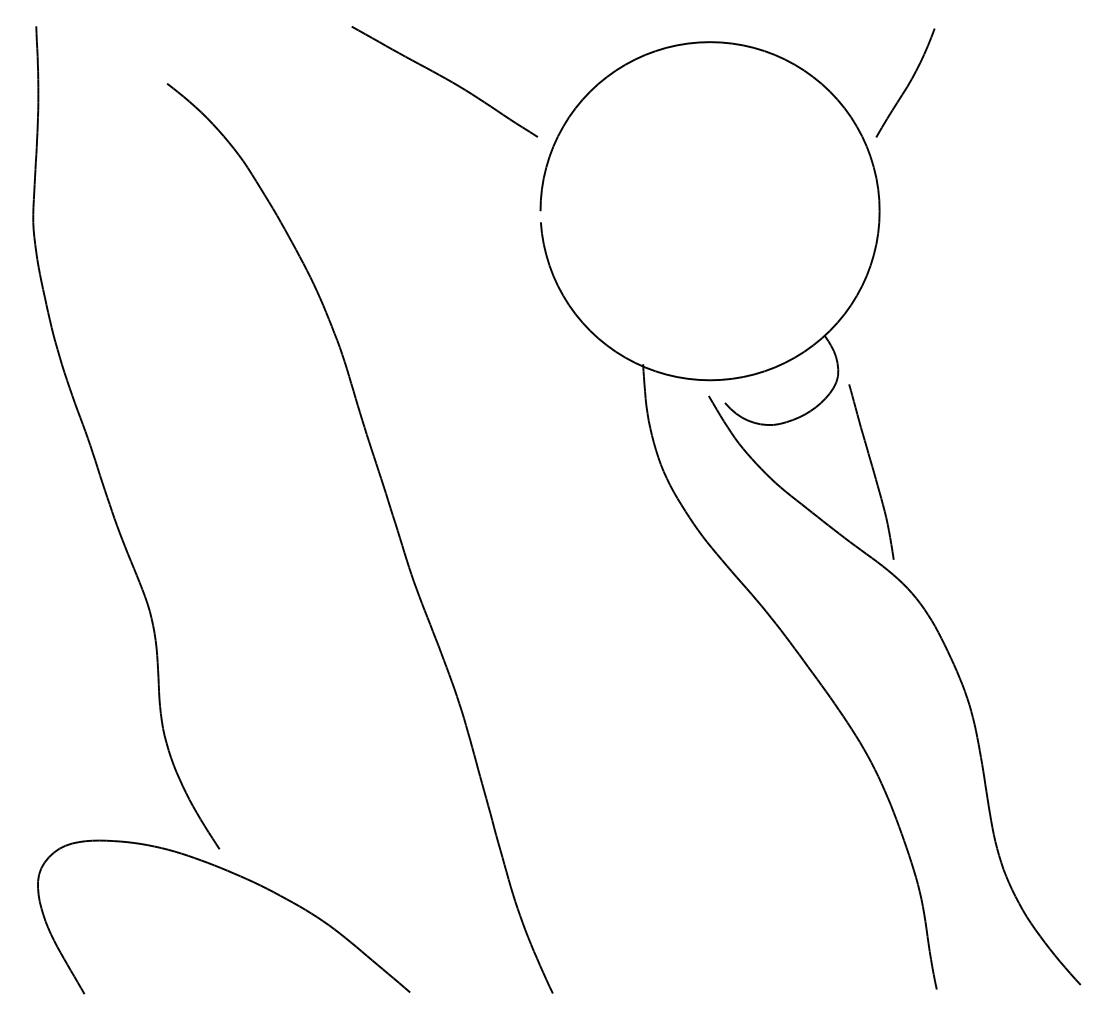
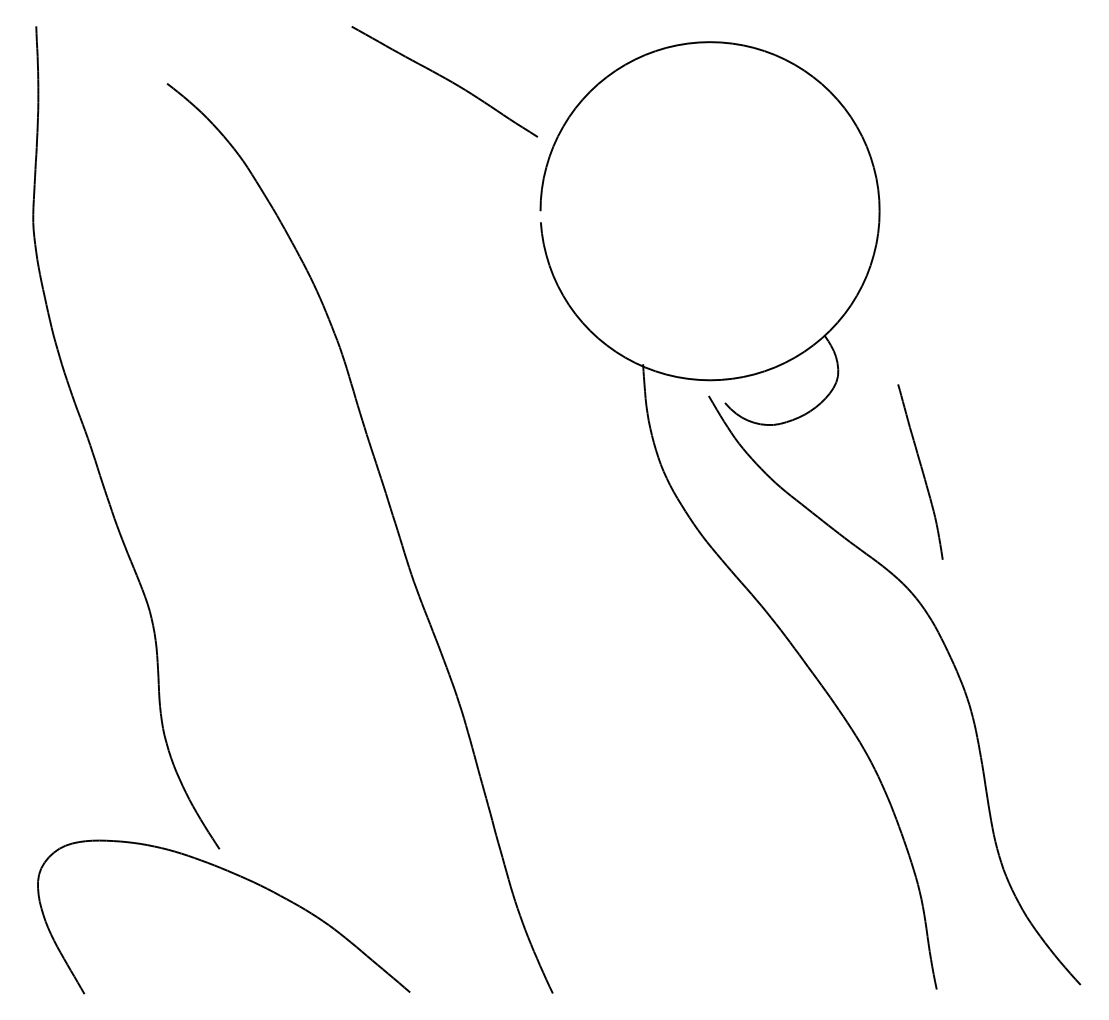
part at (905, 82): present -> none
part at (871, 471) position: (871, 471) -> (920, 471)
